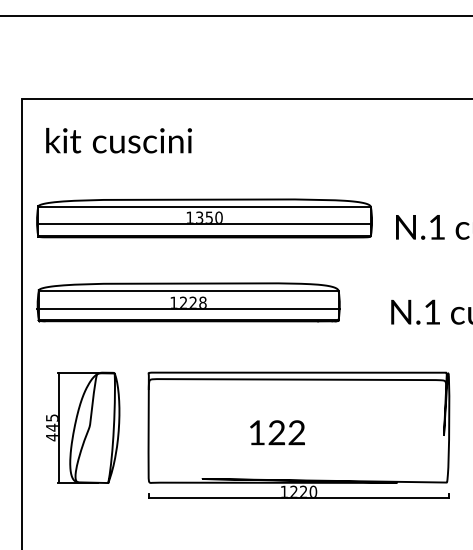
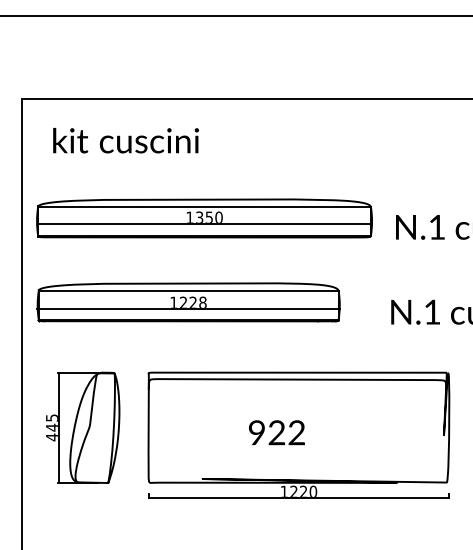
text at (118, 140) position: (118, 140) -> (125, 140)
text at (256, 432): 122 -> 922
